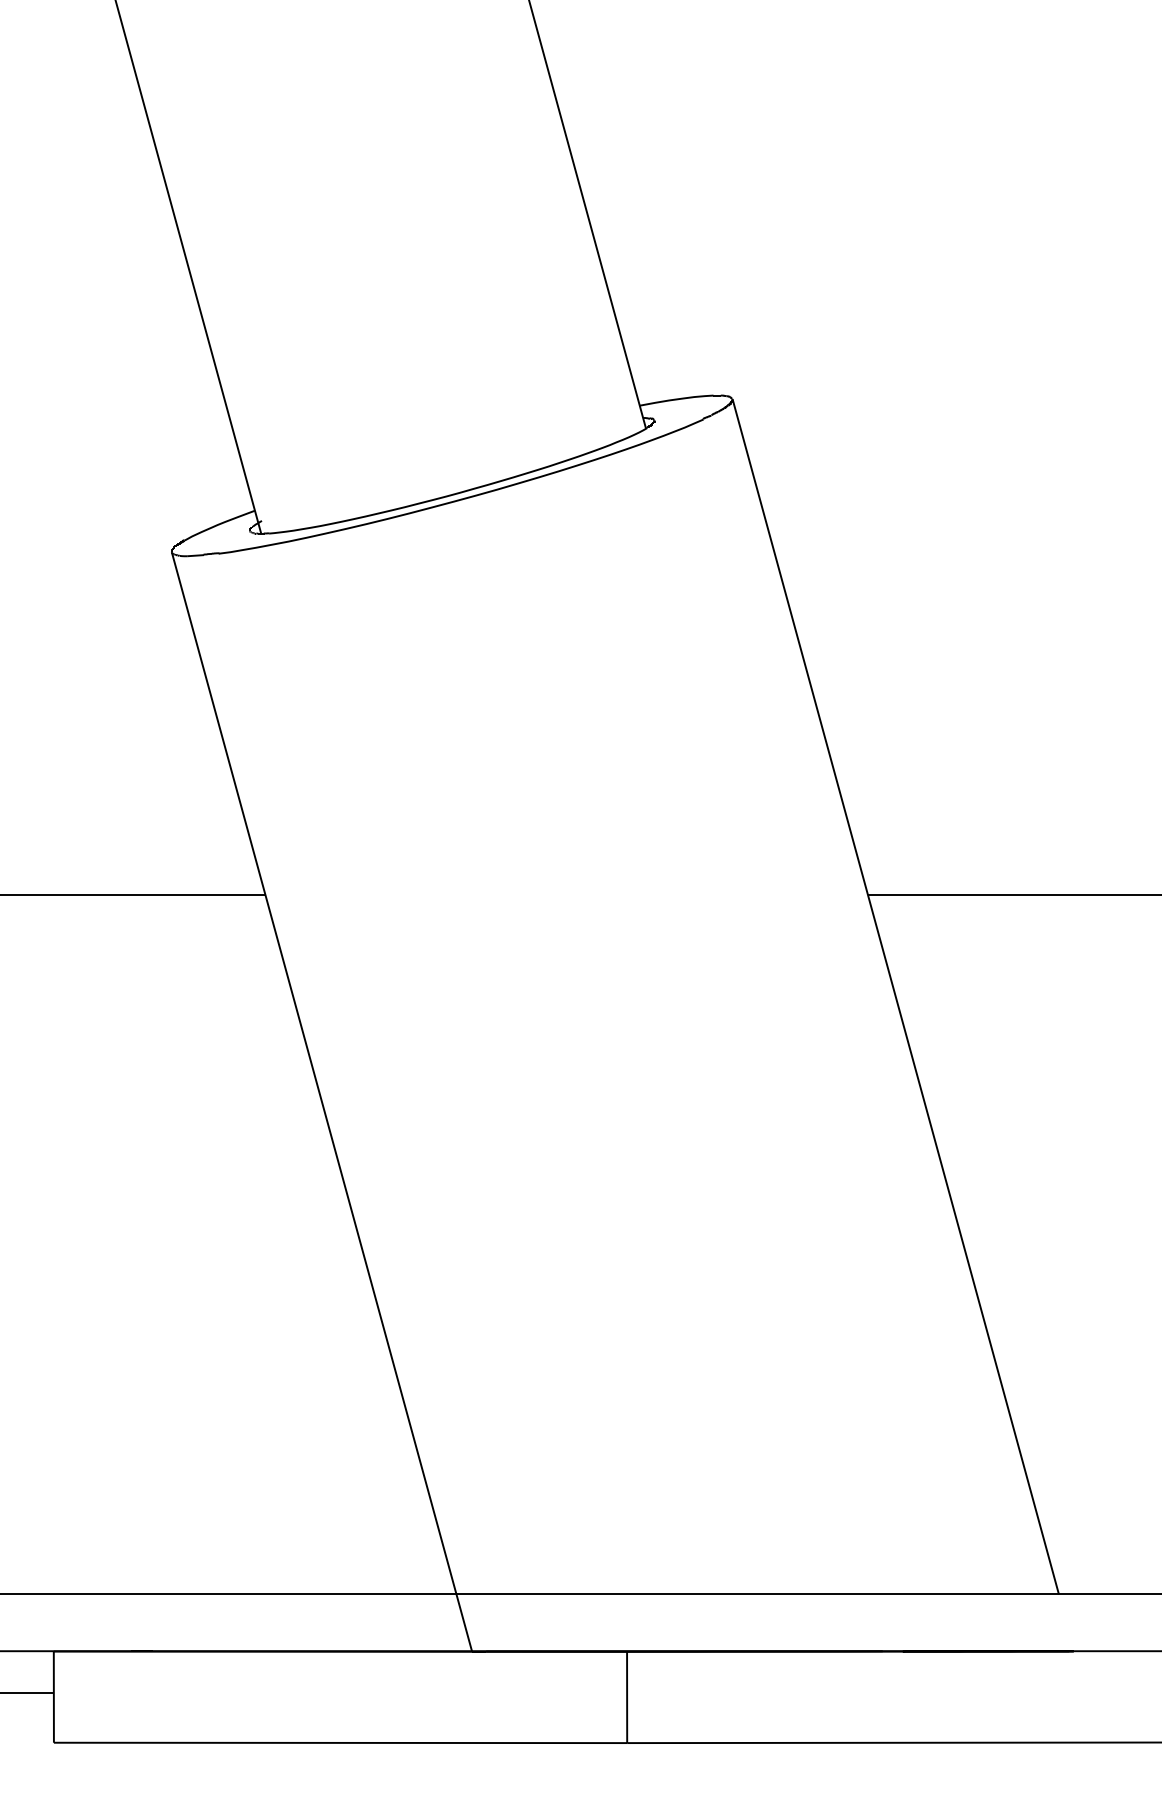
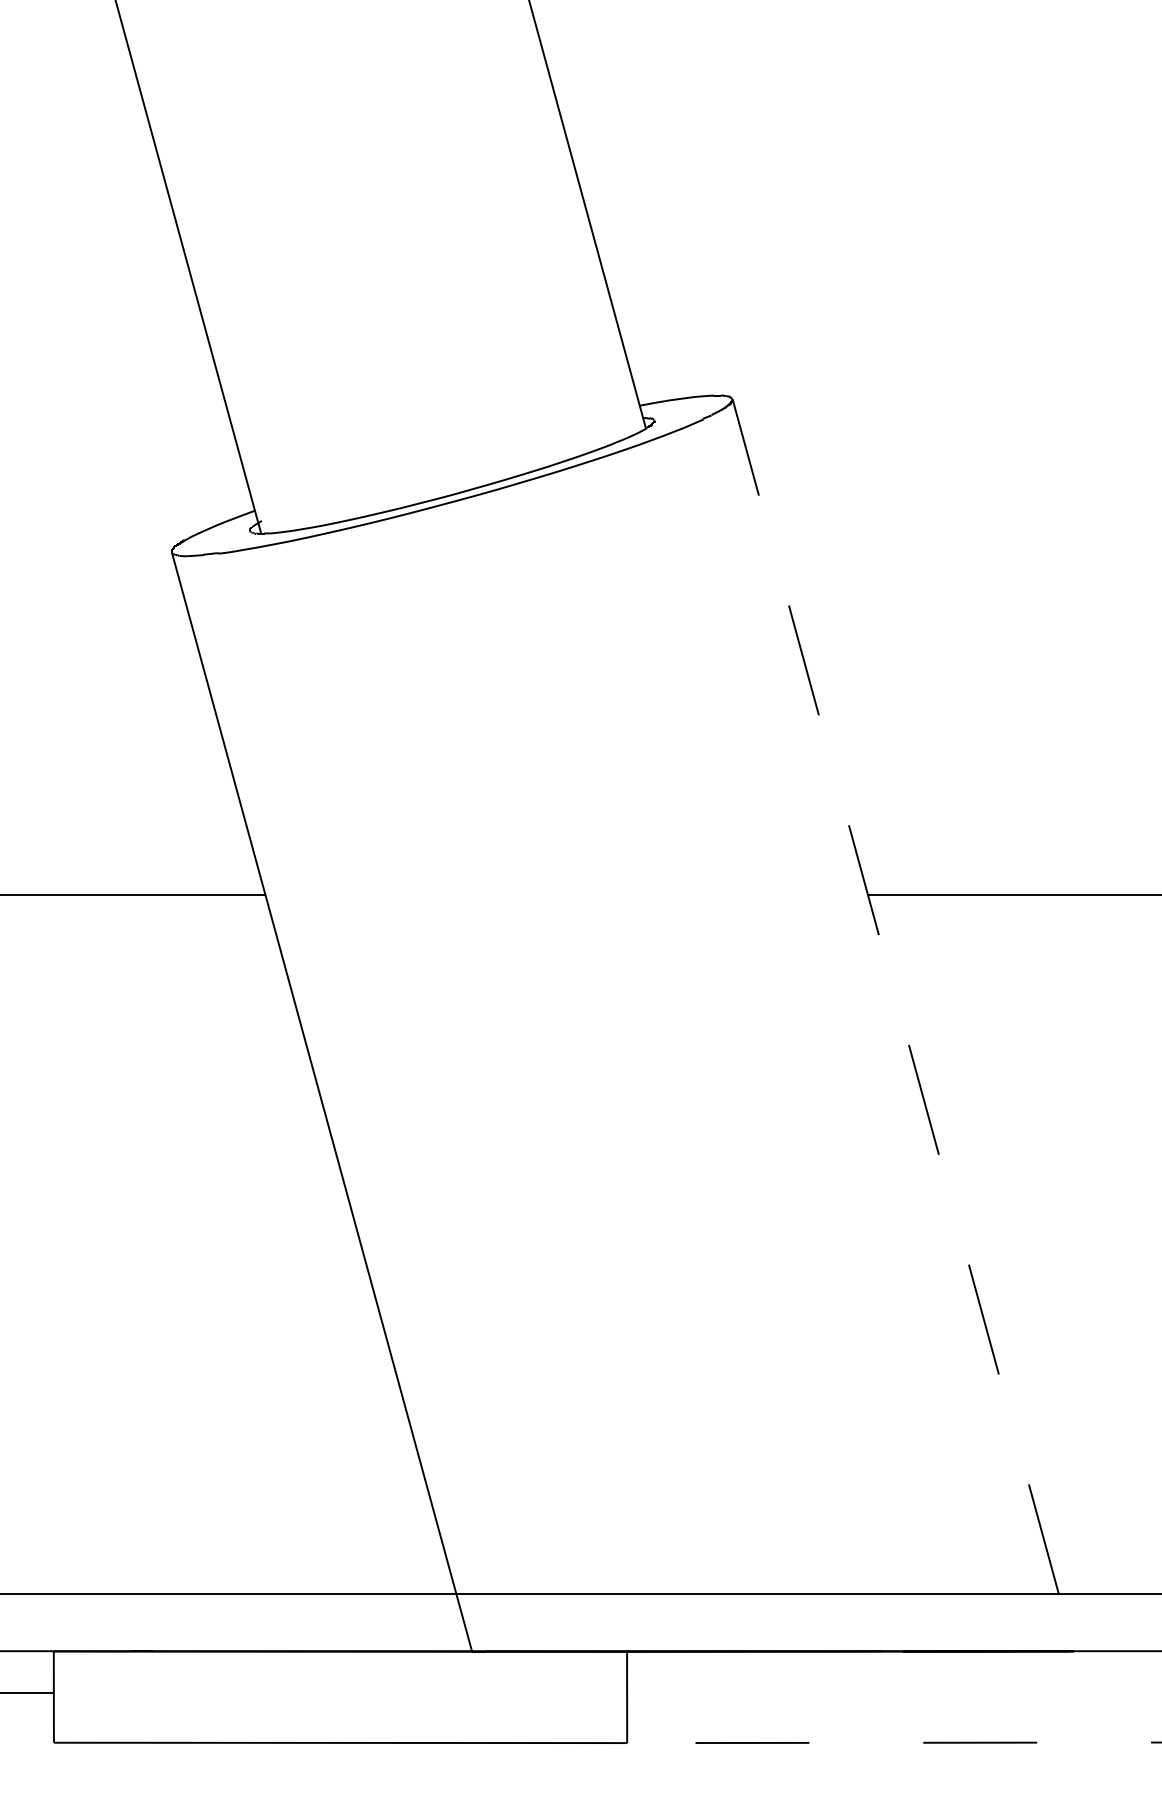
line at (895, 996): solid -> dashed
line at (894, 1742): solid -> dashed
